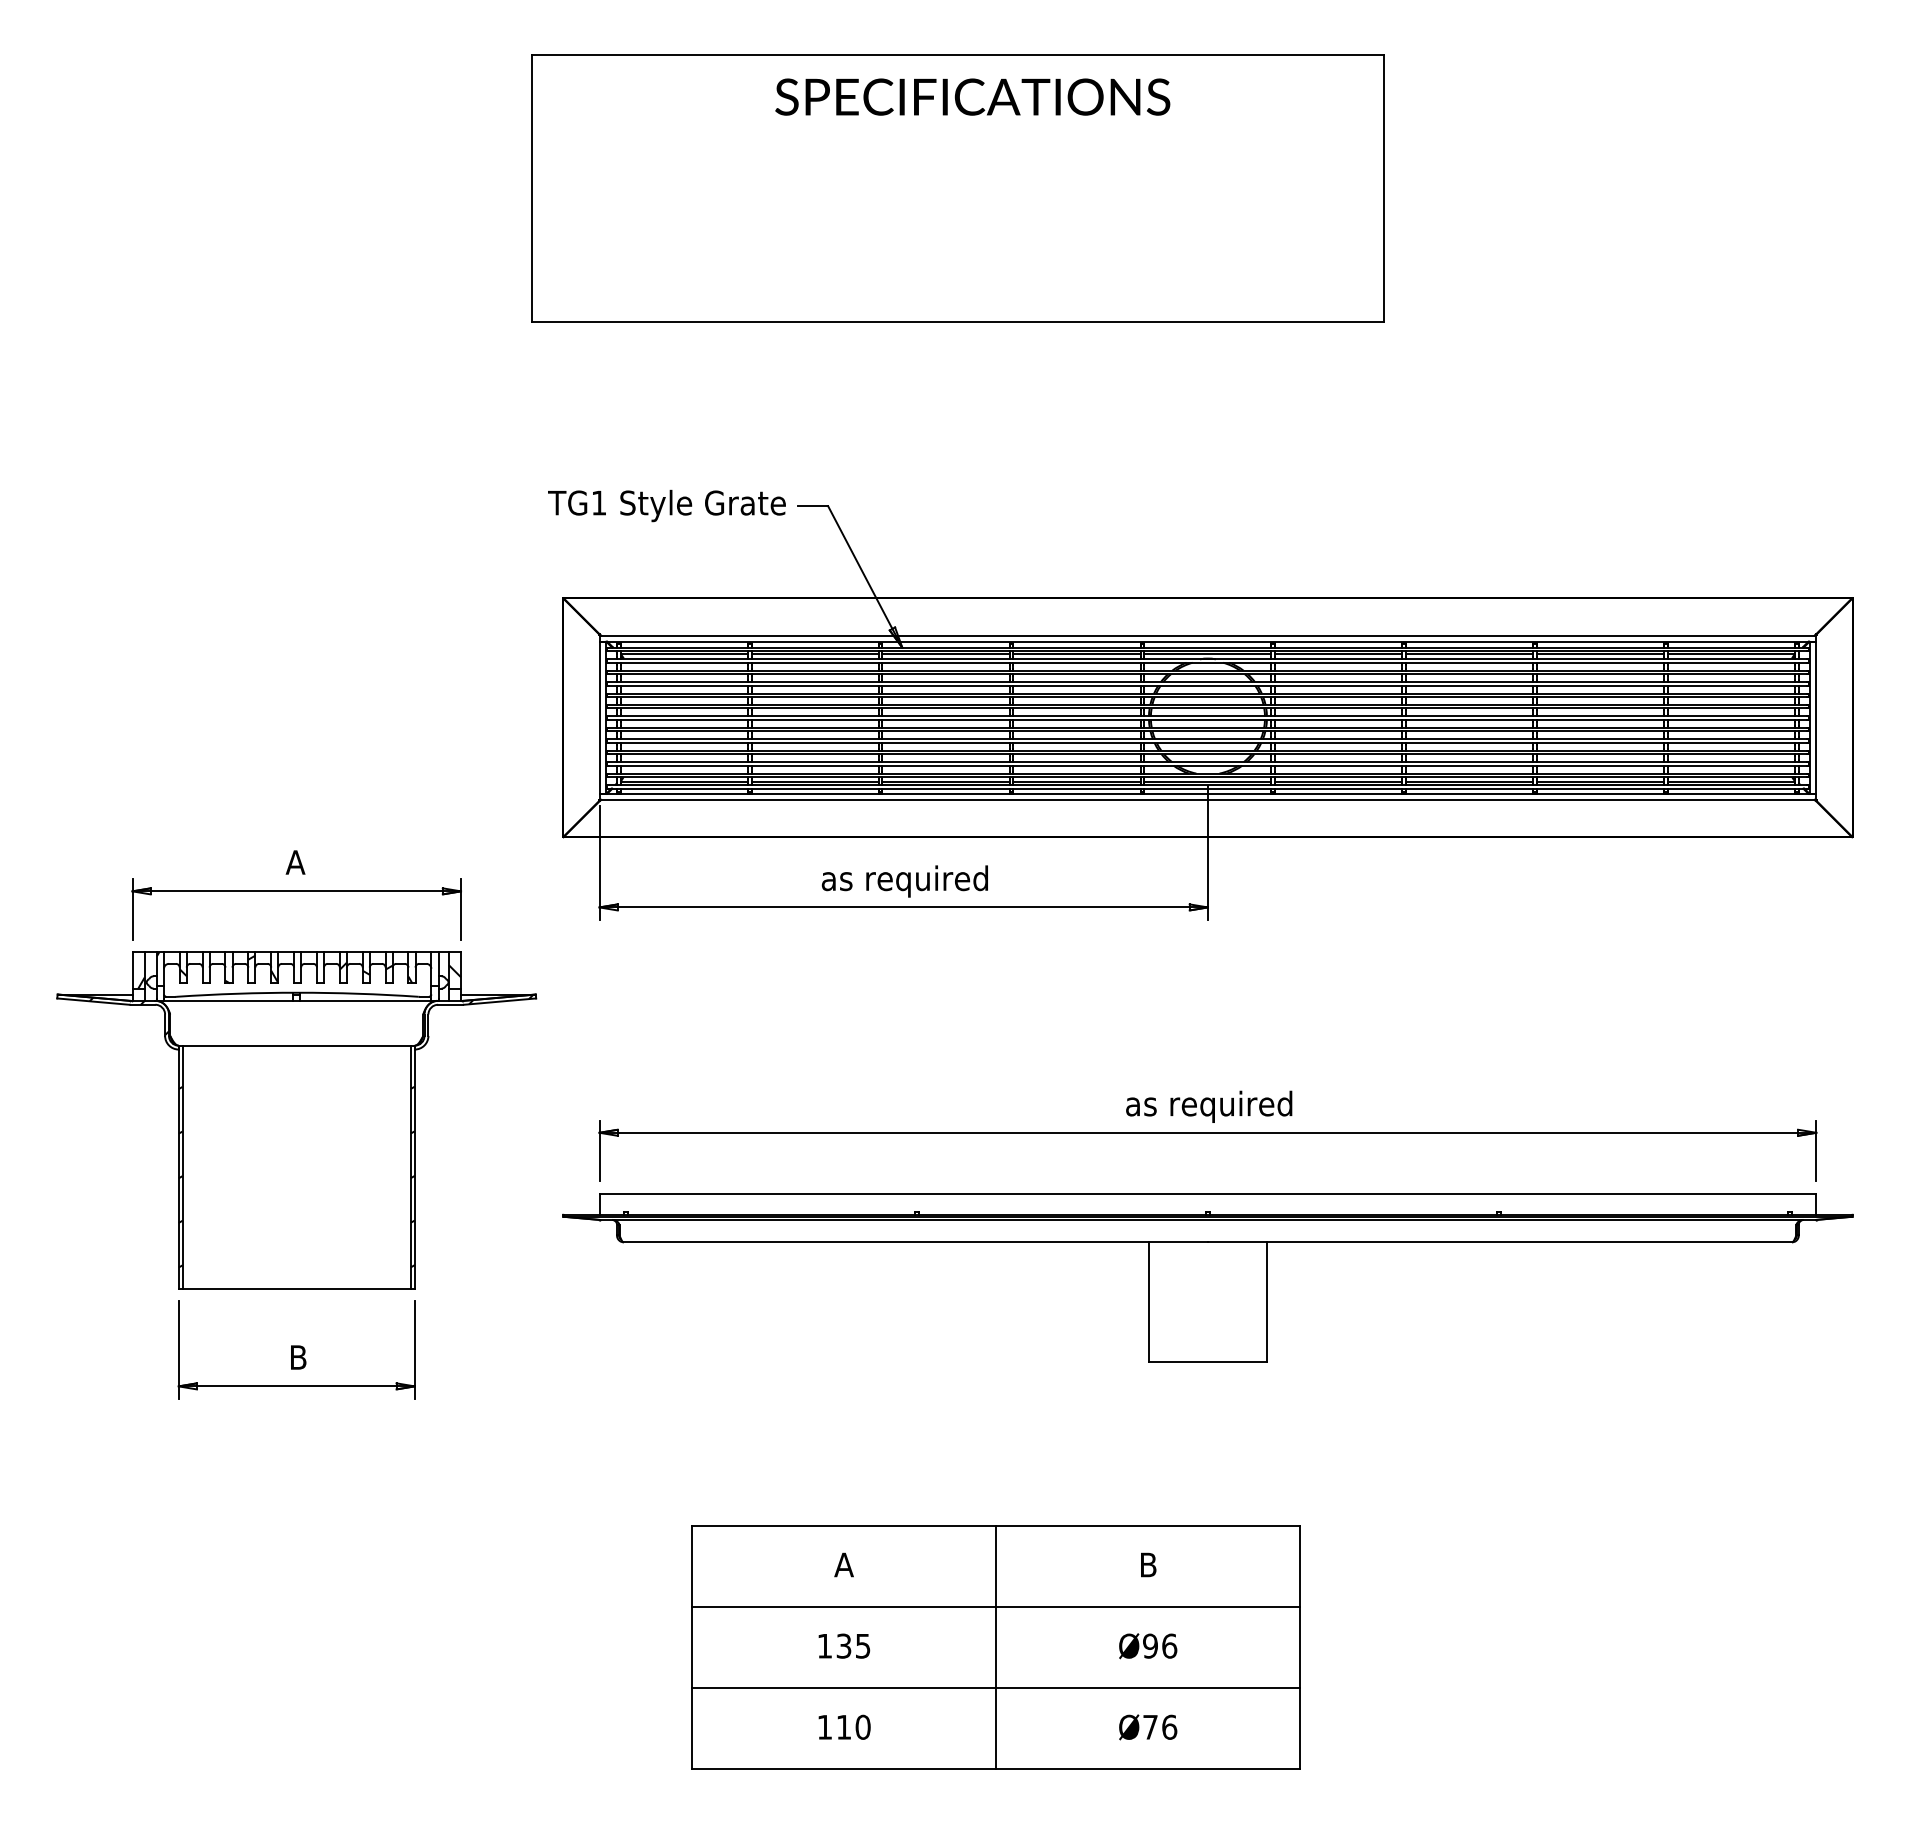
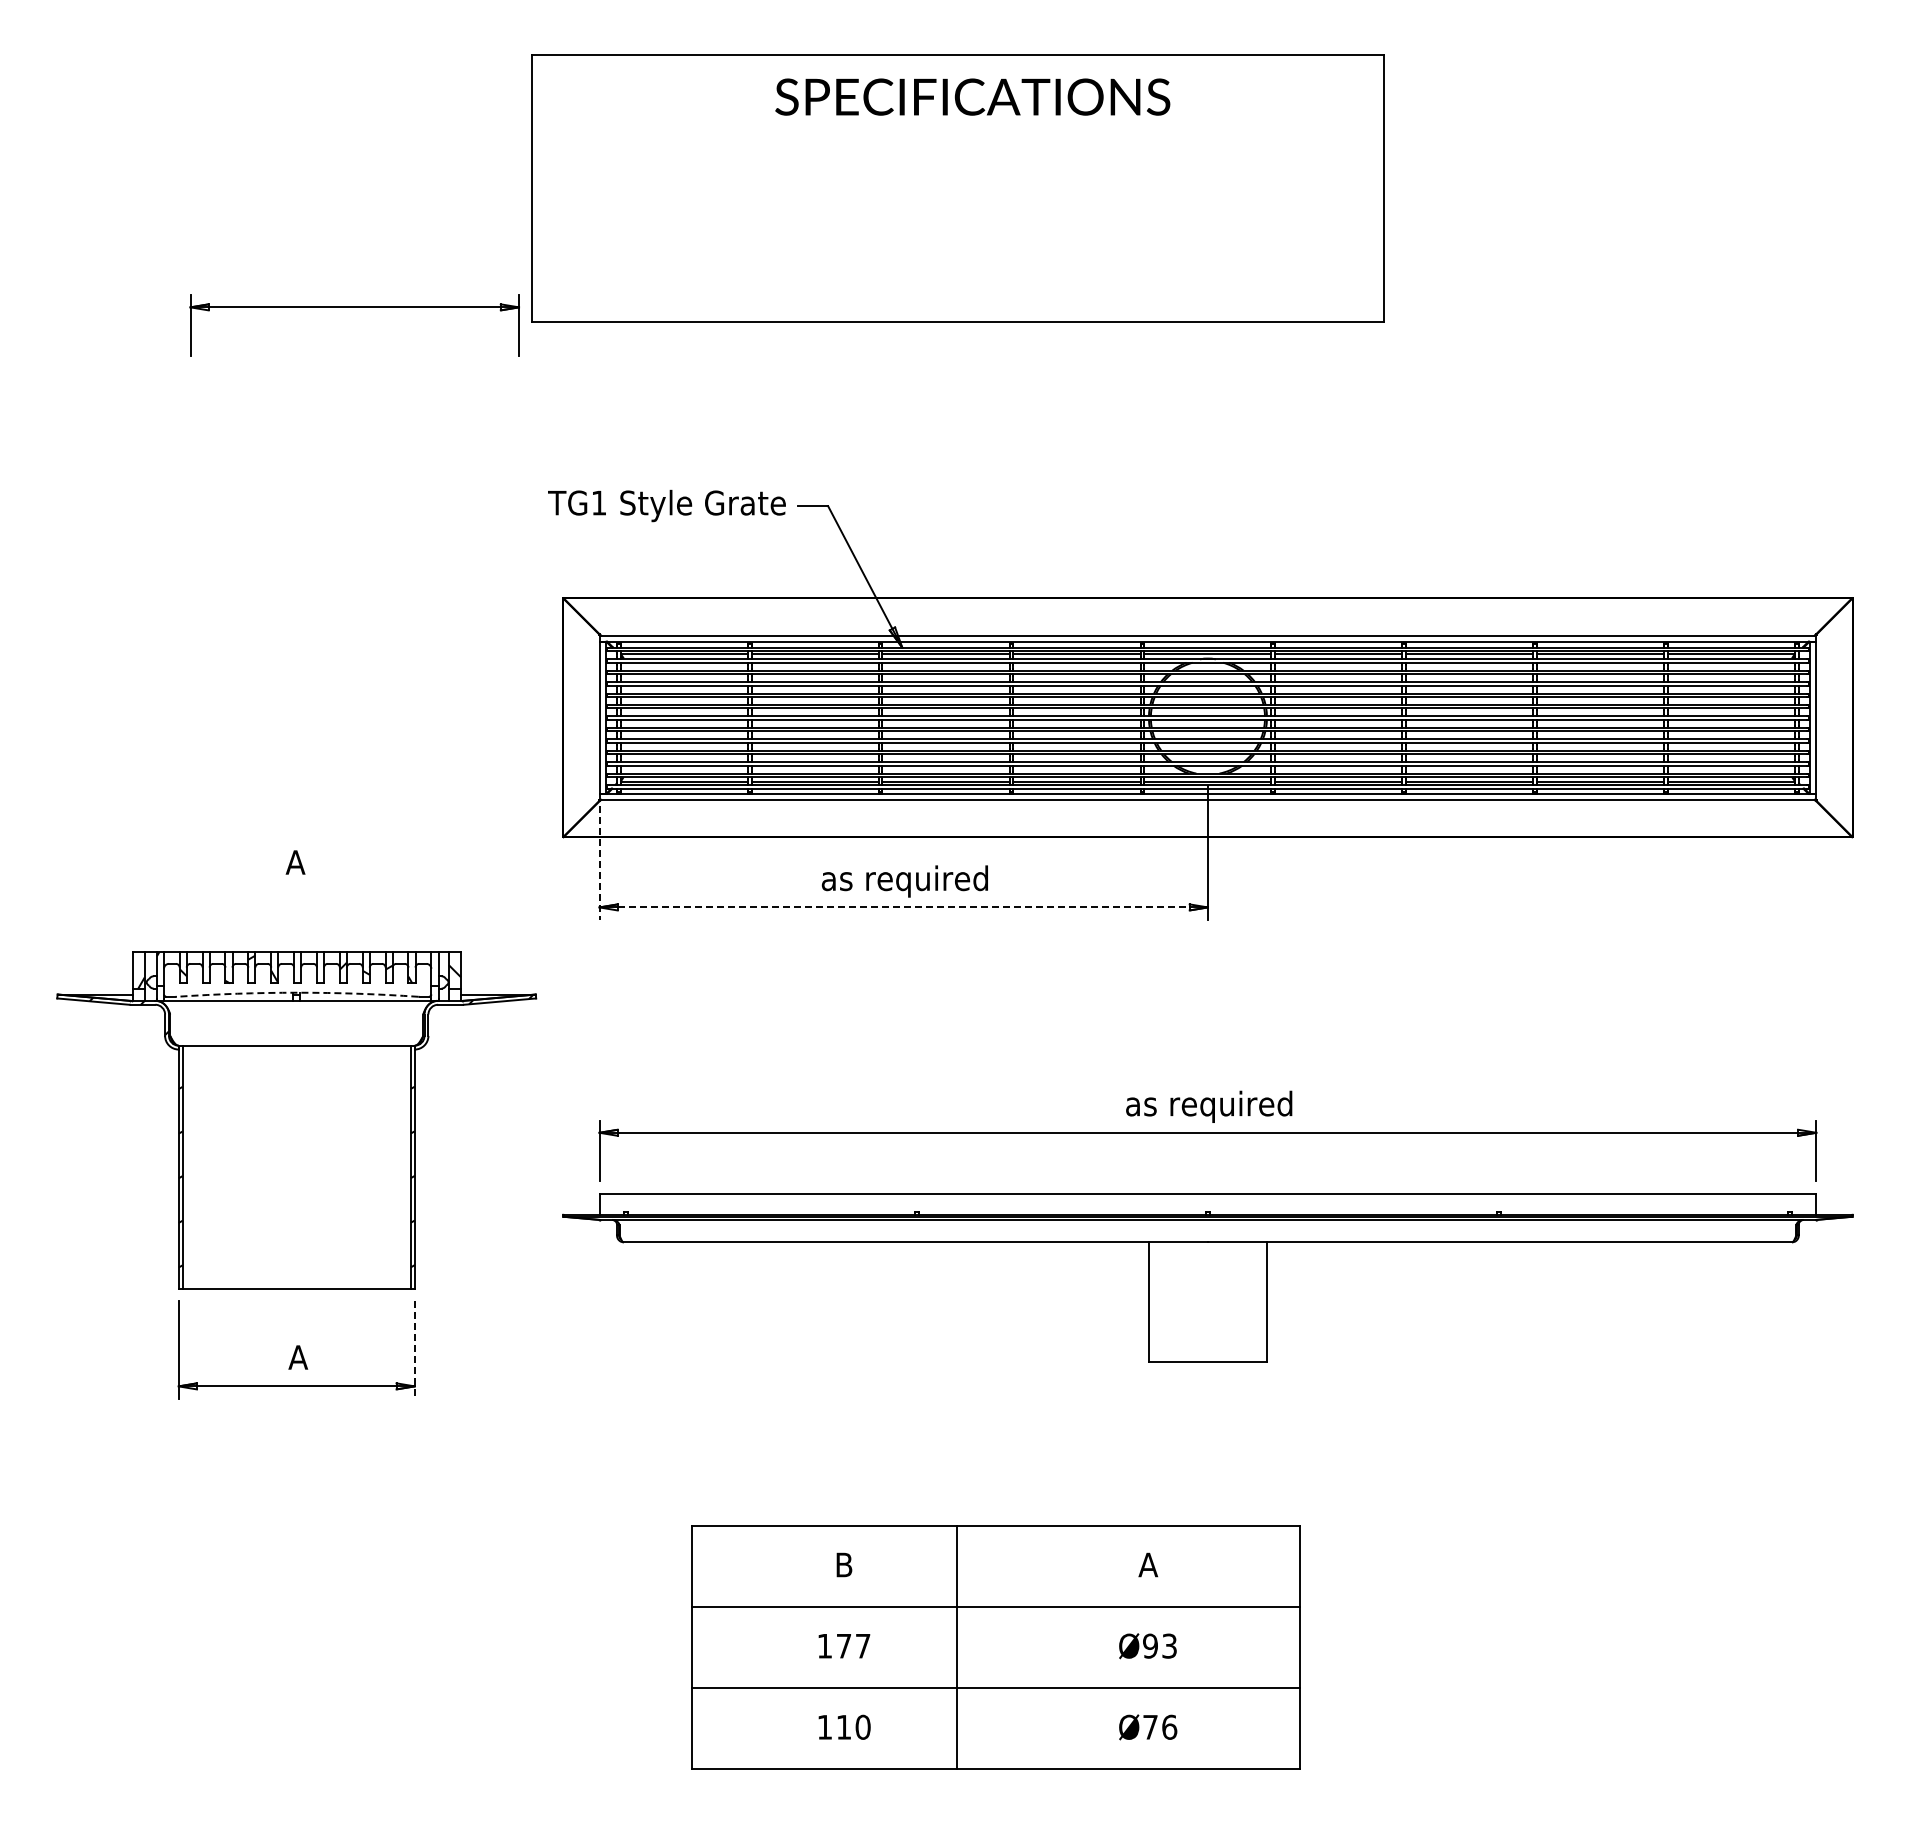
line at (599, 862): solid -> dashed
part at (296, 891) position: (296, 891) -> (354, 307)
line at (903, 907): solid -> dashed
arc at (297, 992): solid -> dashed
line at (414, 1349): solid -> dashed
text at (298, 1357): B -> A
text at (843, 1564): A -> B
text at (1148, 1564): B -> A
text at (853, 1645): 135 -> 177
text at (1169, 1645): Ø96 -> Ø93
line at (996, 1647) position: (996, 1647) -> (957, 1647)
